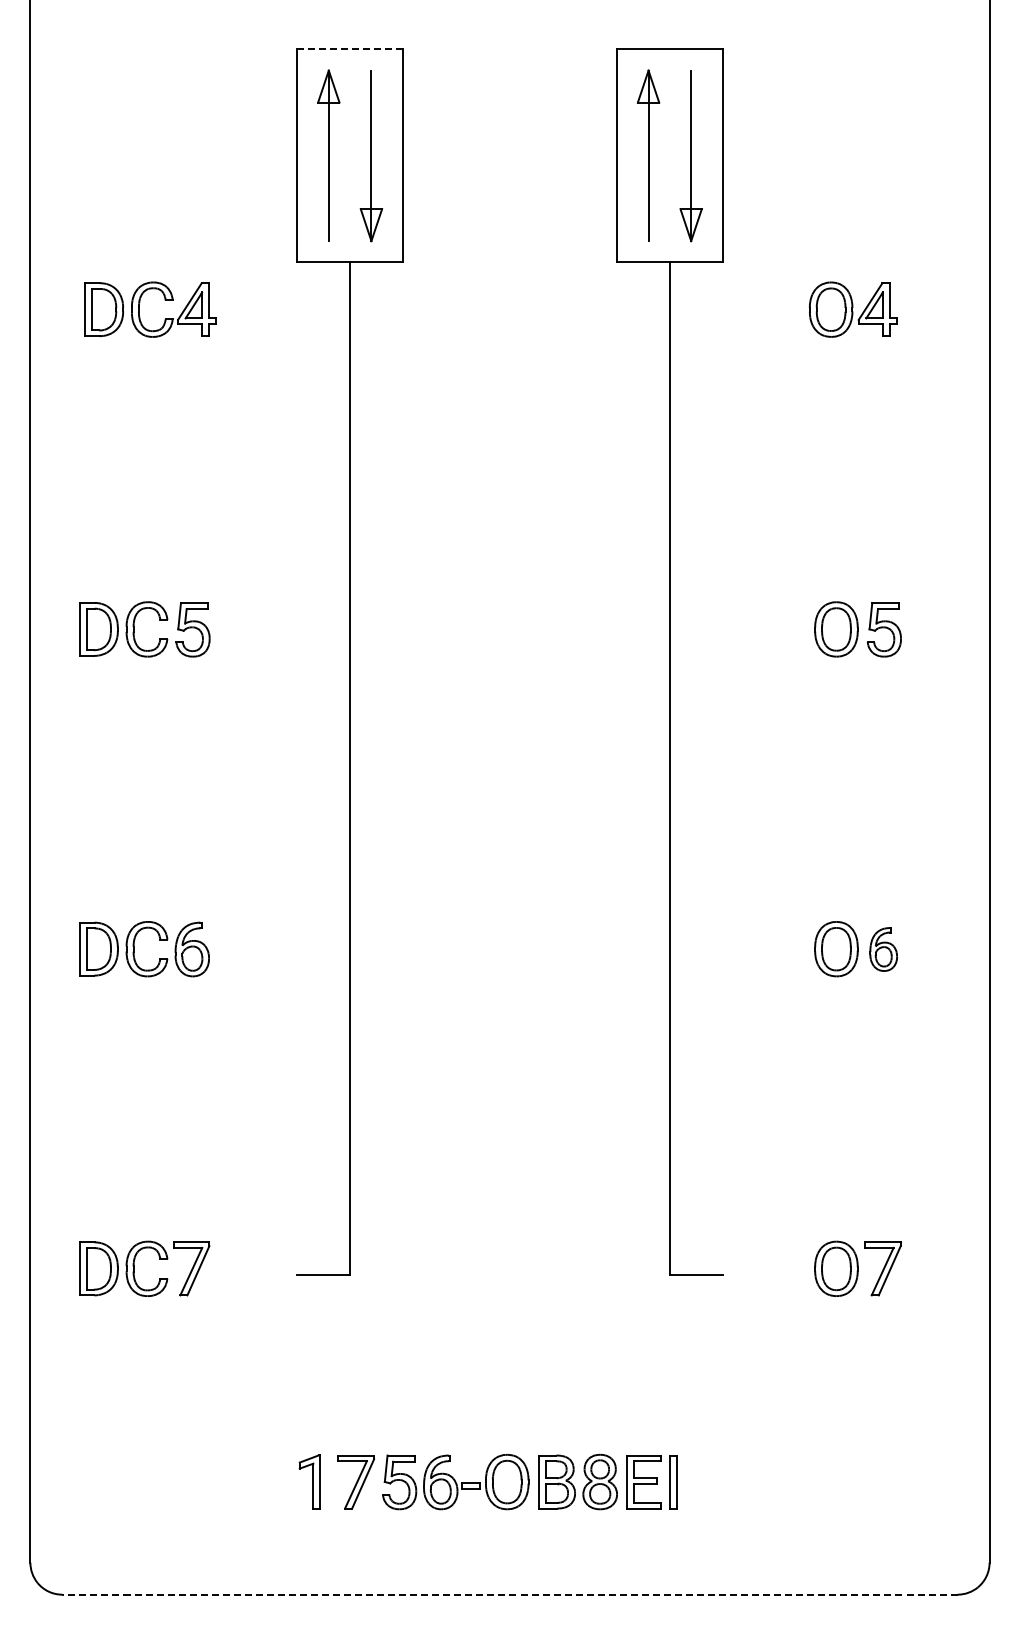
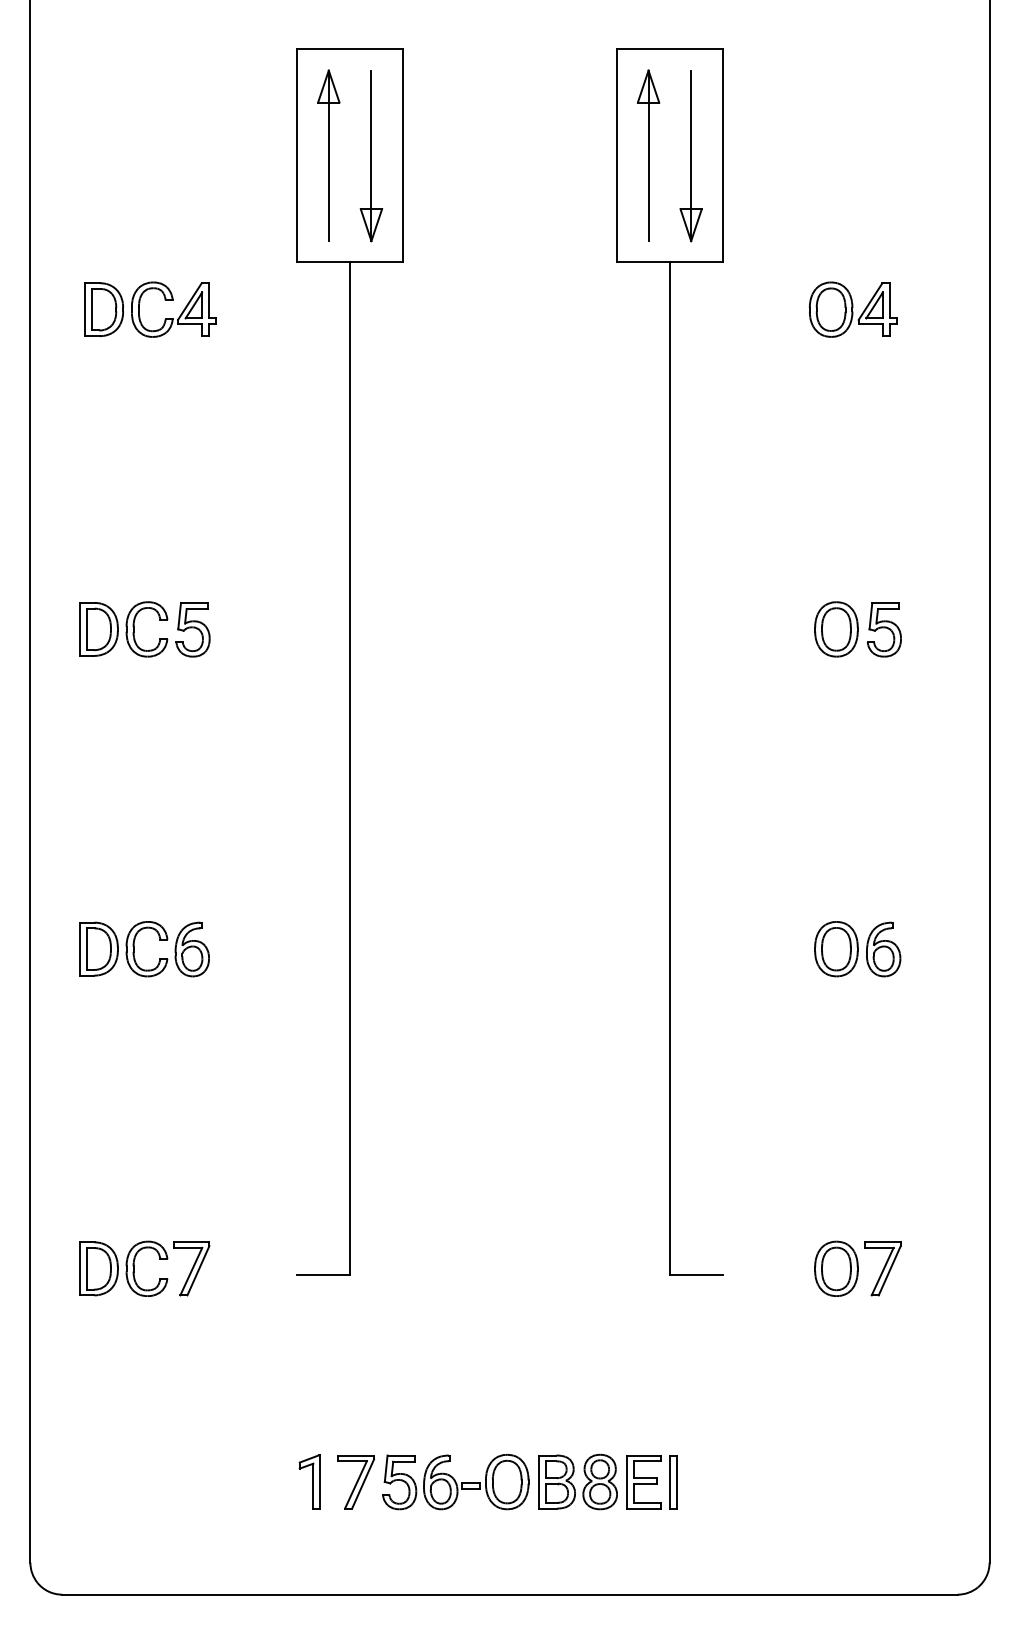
line at (350, 49): dashed -> solid
part at (883, 949) size: 29x45 px -> 36x57 px
line at (509, 1594): dashed -> solid
